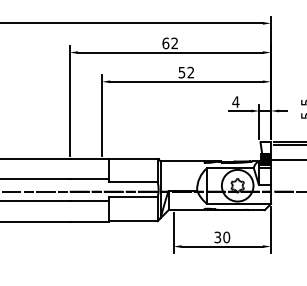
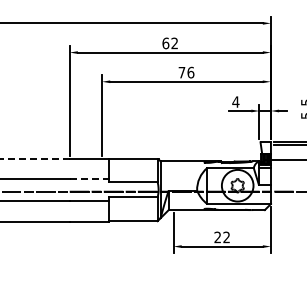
text at (186, 72): 52 -> 76
line at (34, 159): solid -> dashed
line at (89, 178): solid -> dashed
text at (222, 237): 30 -> 22
